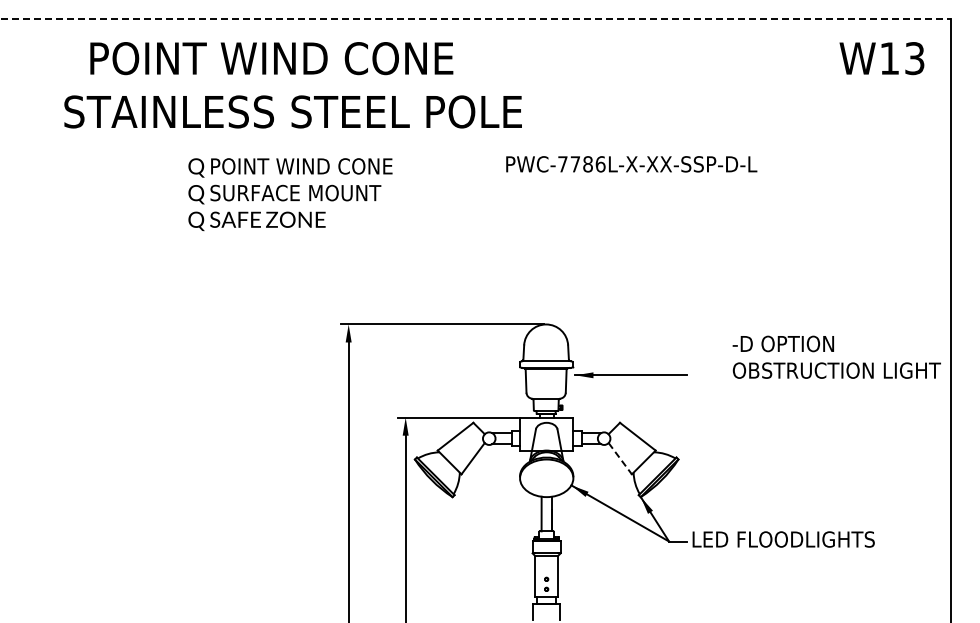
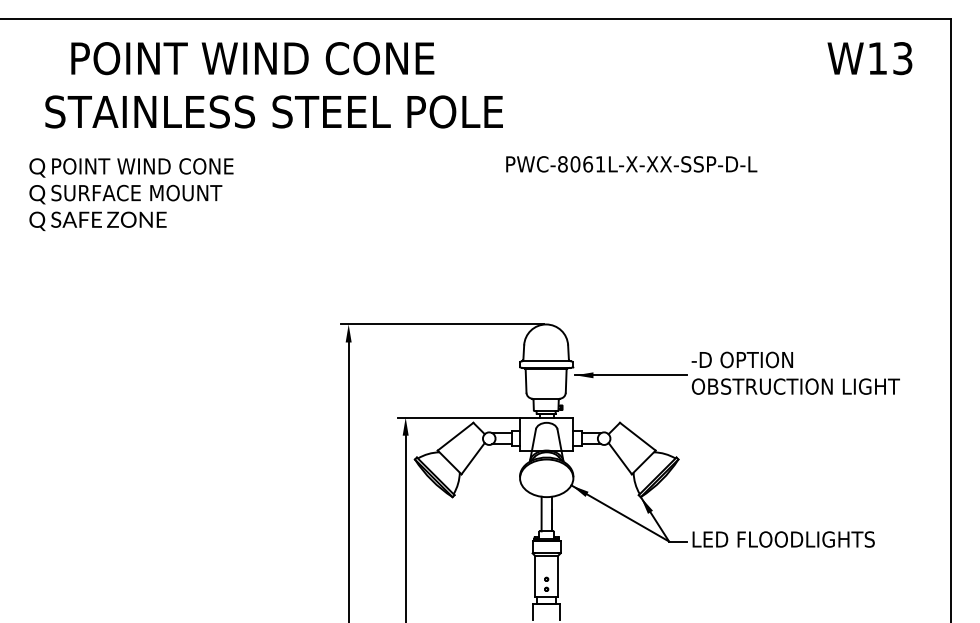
line at (475, 18): dashed -> solid
text at (881, 58) position: (881, 58) -> (869, 58)
text at (292, 85) position: (292, 85) -> (273, 85)
text at (581, 164): PWC-7786L-X-XX-SSP-D-L -> PWC-8061L-X-XX-SSP-D-L
text at (290, 194) position: (290, 194) -> (131, 194)
text at (836, 356) position: (836, 356) -> (795, 372)
line at (620, 459): dashed -> solid
